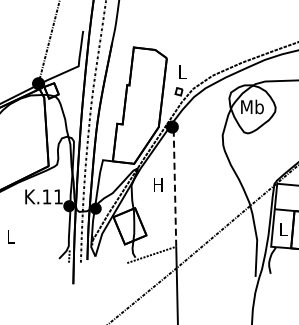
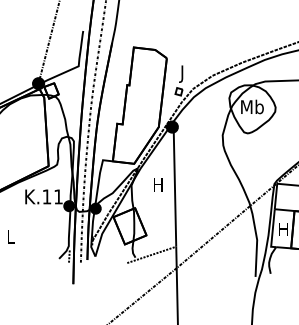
text at (182, 73): L -> J
line at (174, 184): dashed -> solid
text at (283, 229): L -> H
